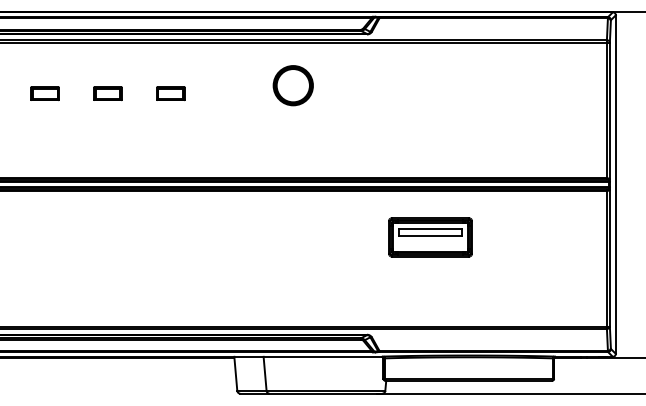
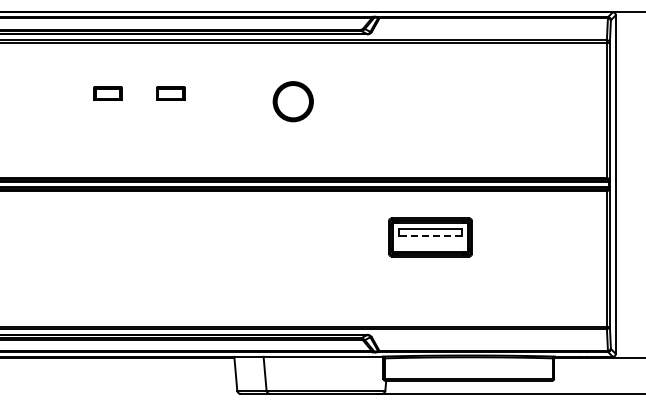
part at (292, 85) position: (292, 85) -> (292, 101)
part at (44, 93): present -> none
line at (430, 236): solid -> dashed
